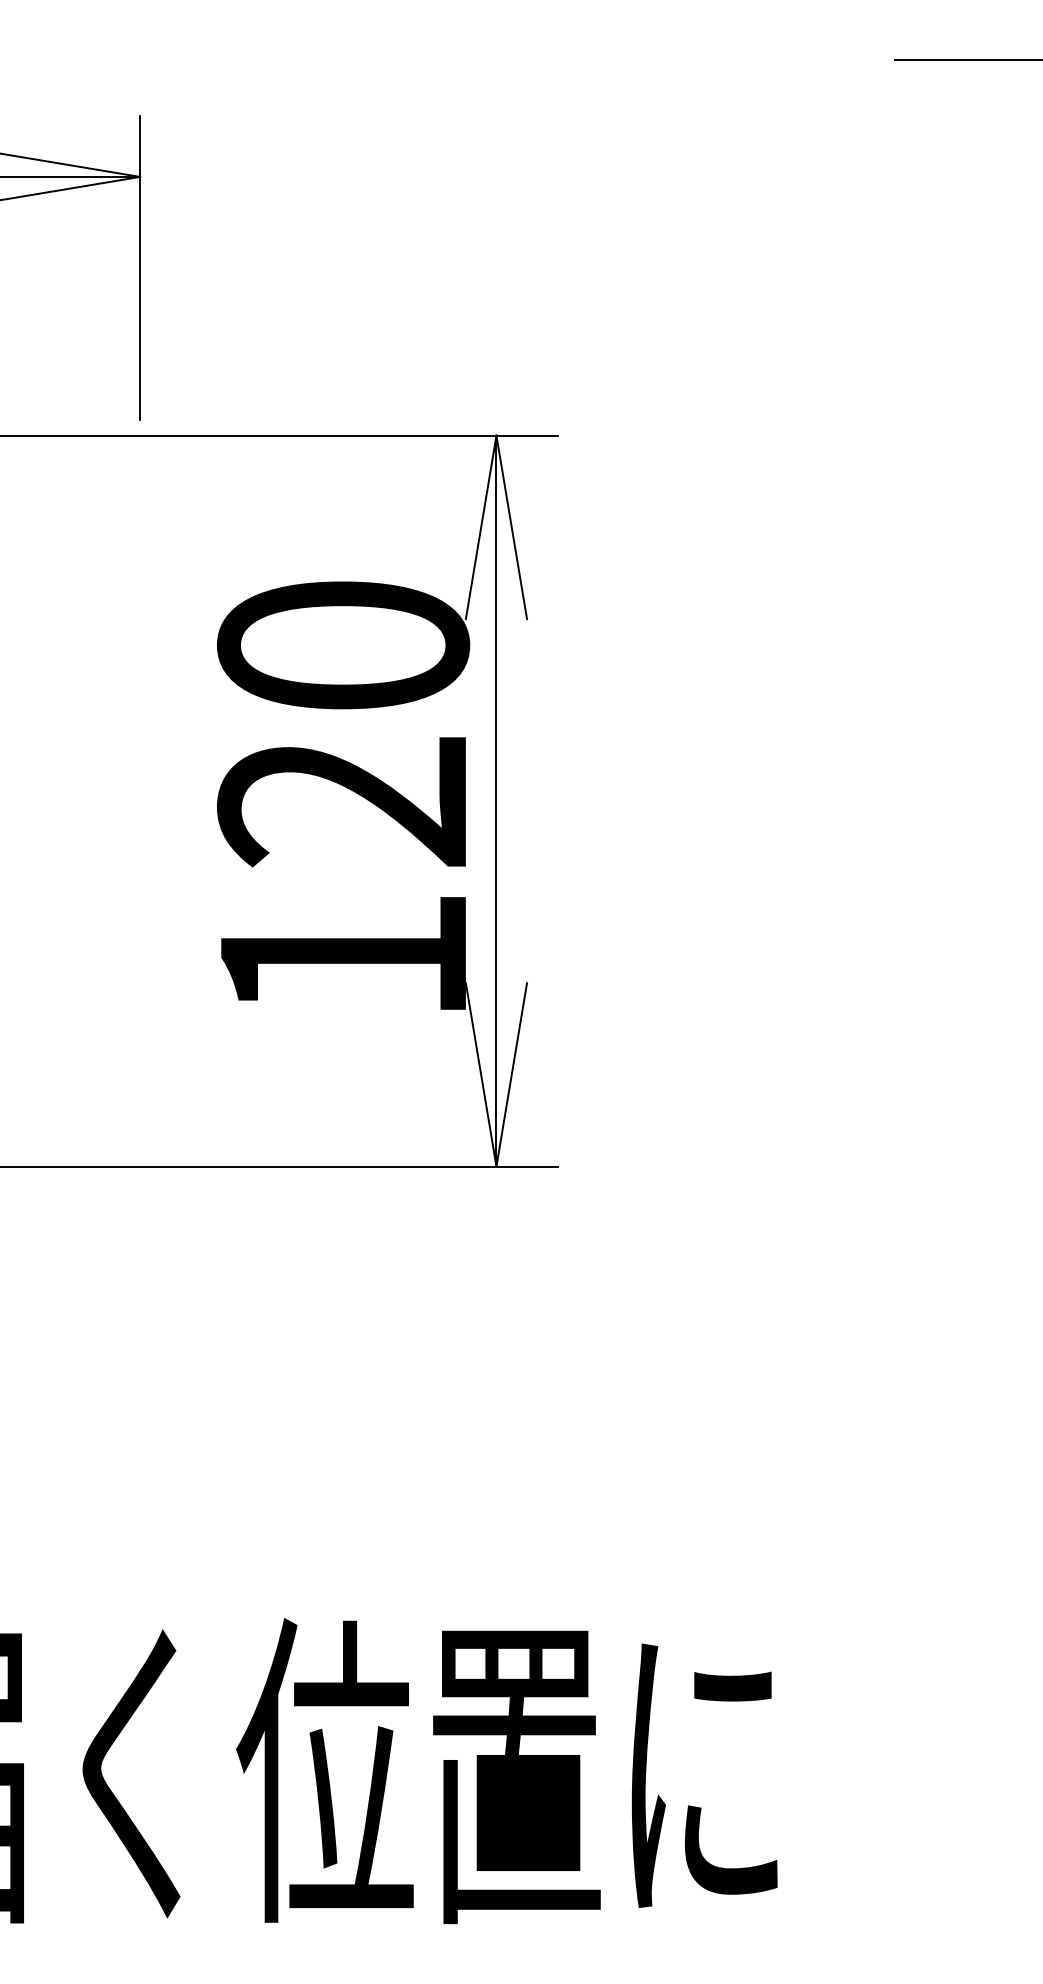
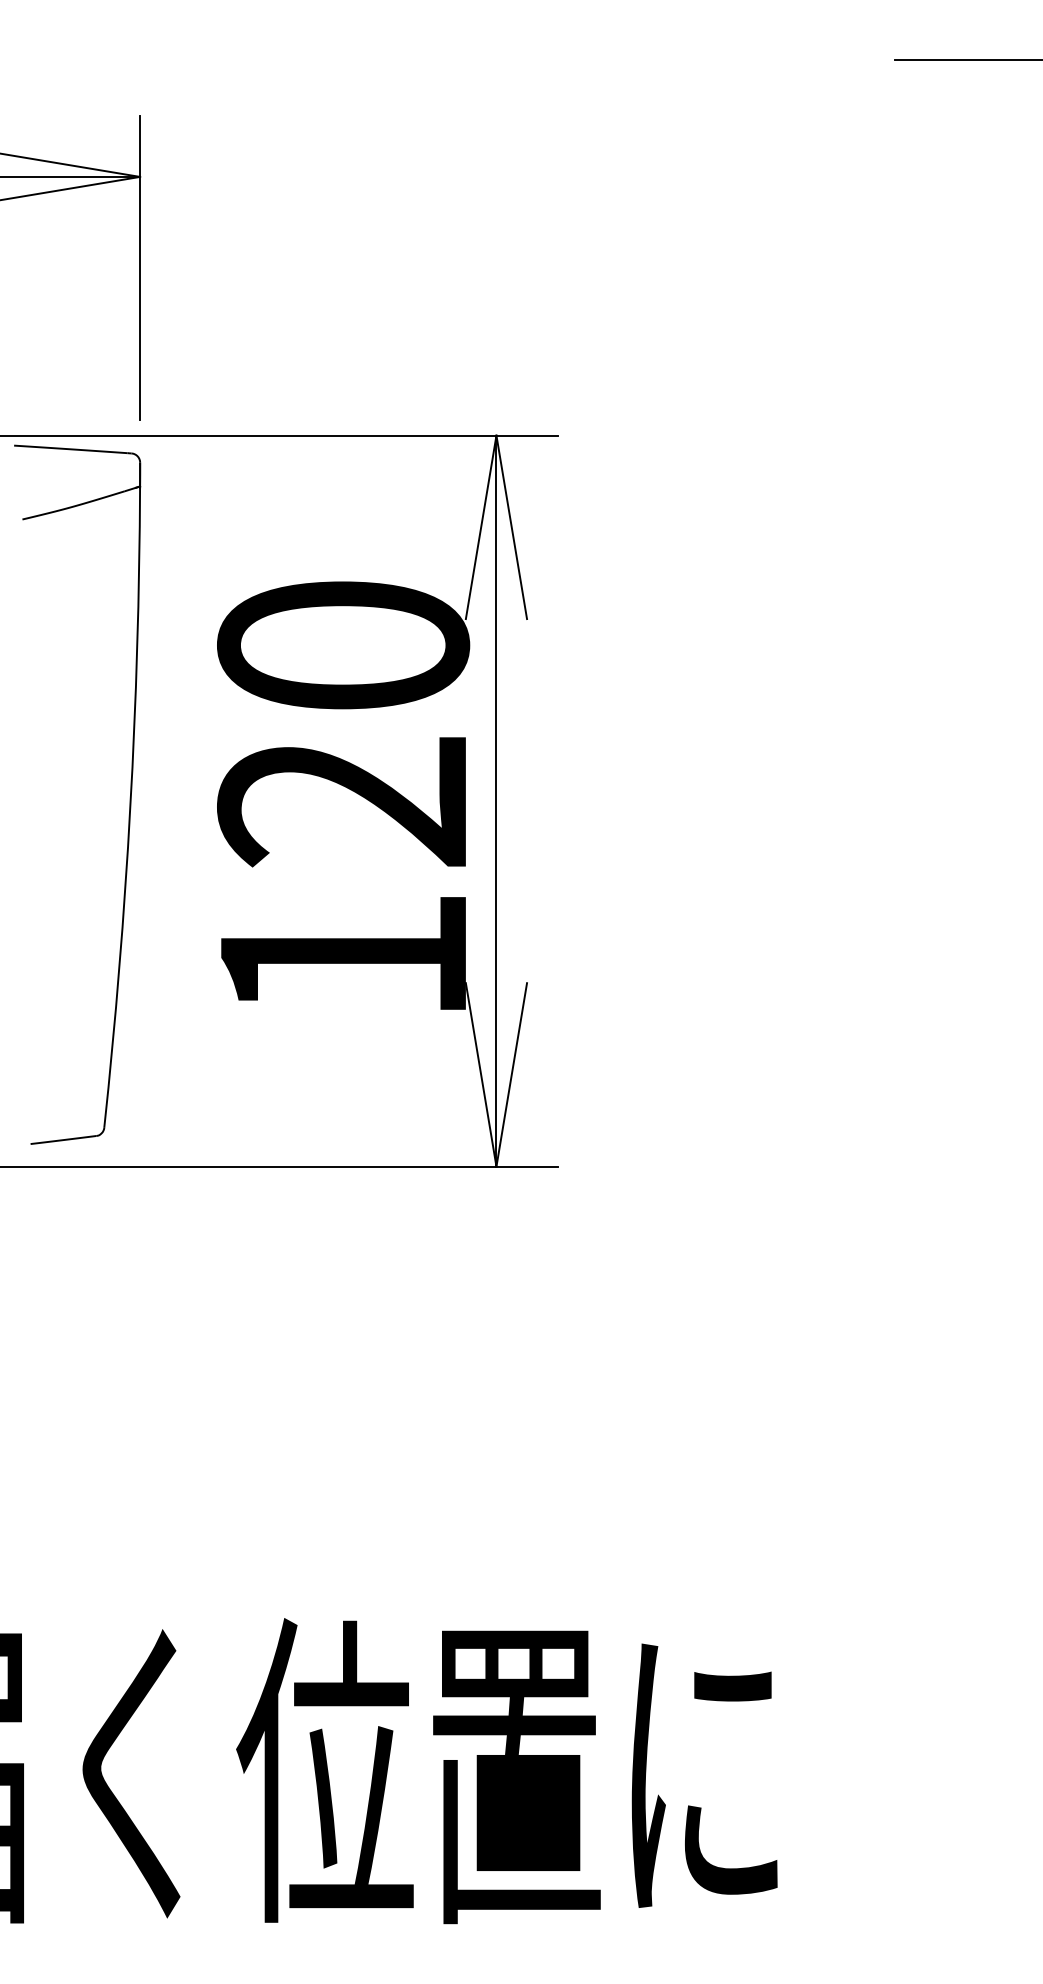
part at (129, 797): none -> present
